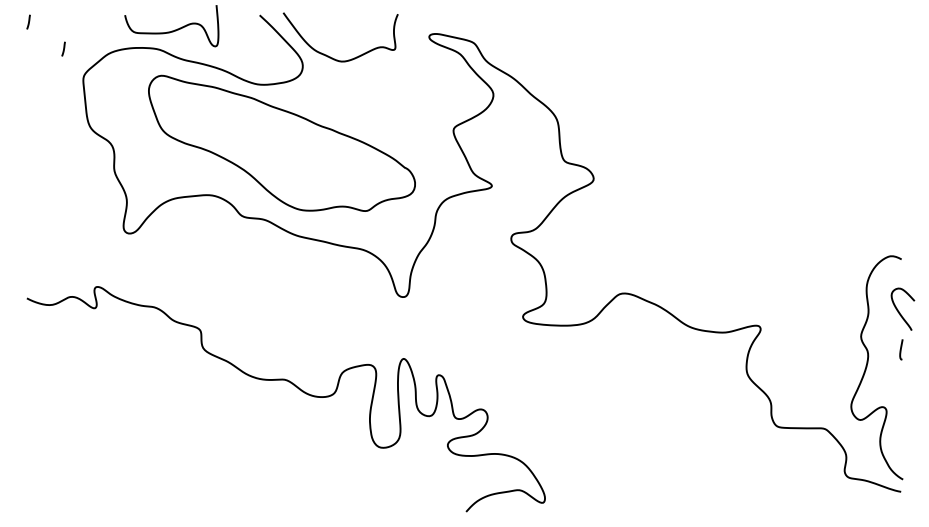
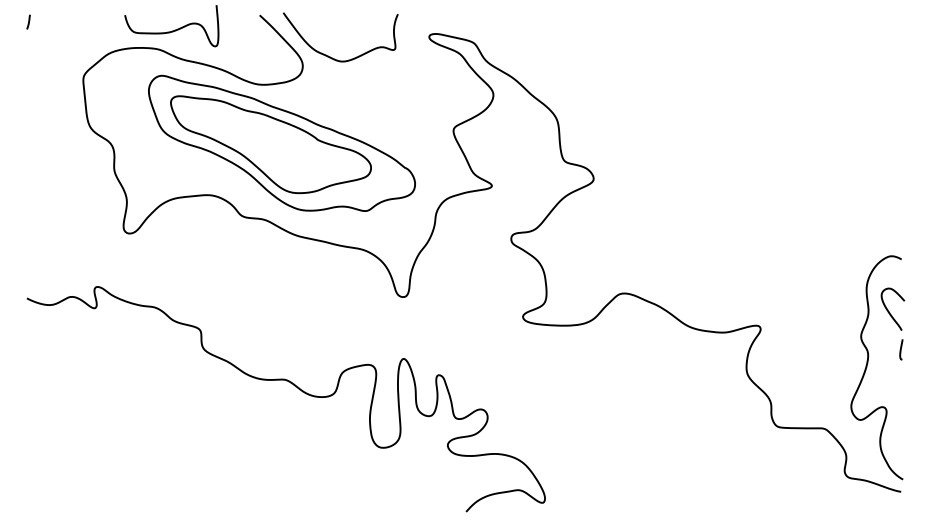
line at (63, 48): present -> none
part at (270, 144): none -> present
curve at (898, 309) position: (898, 309) -> (888, 309)
